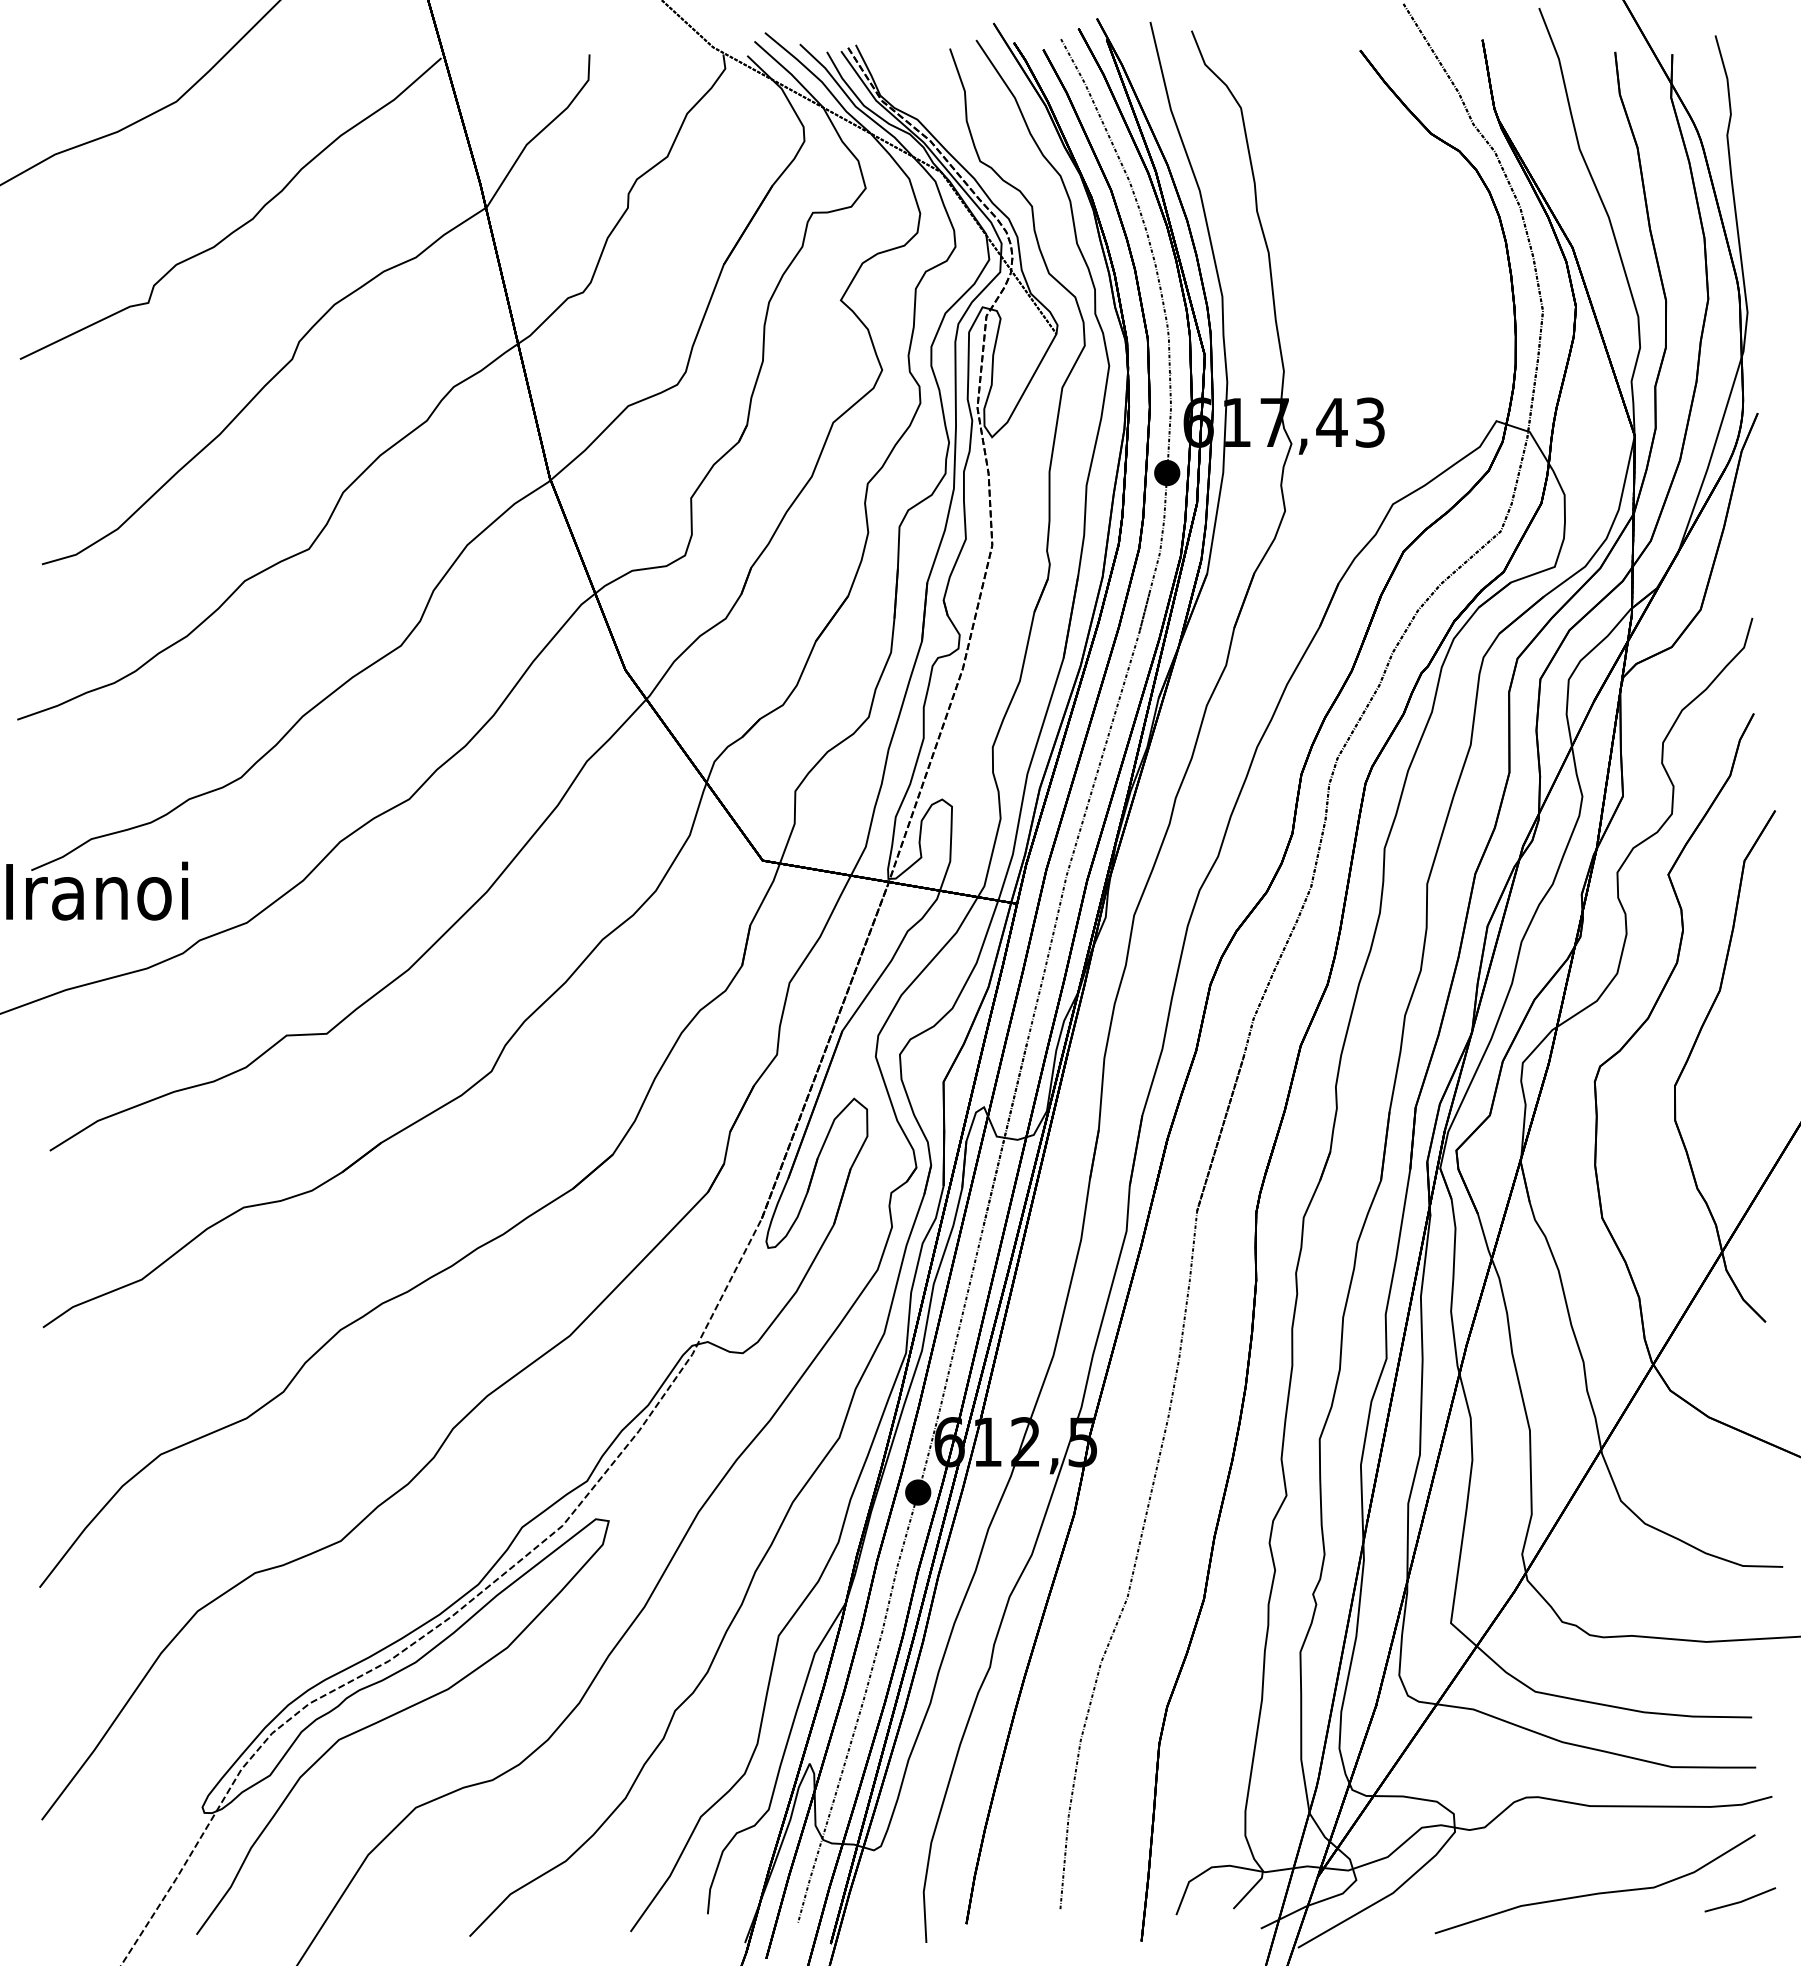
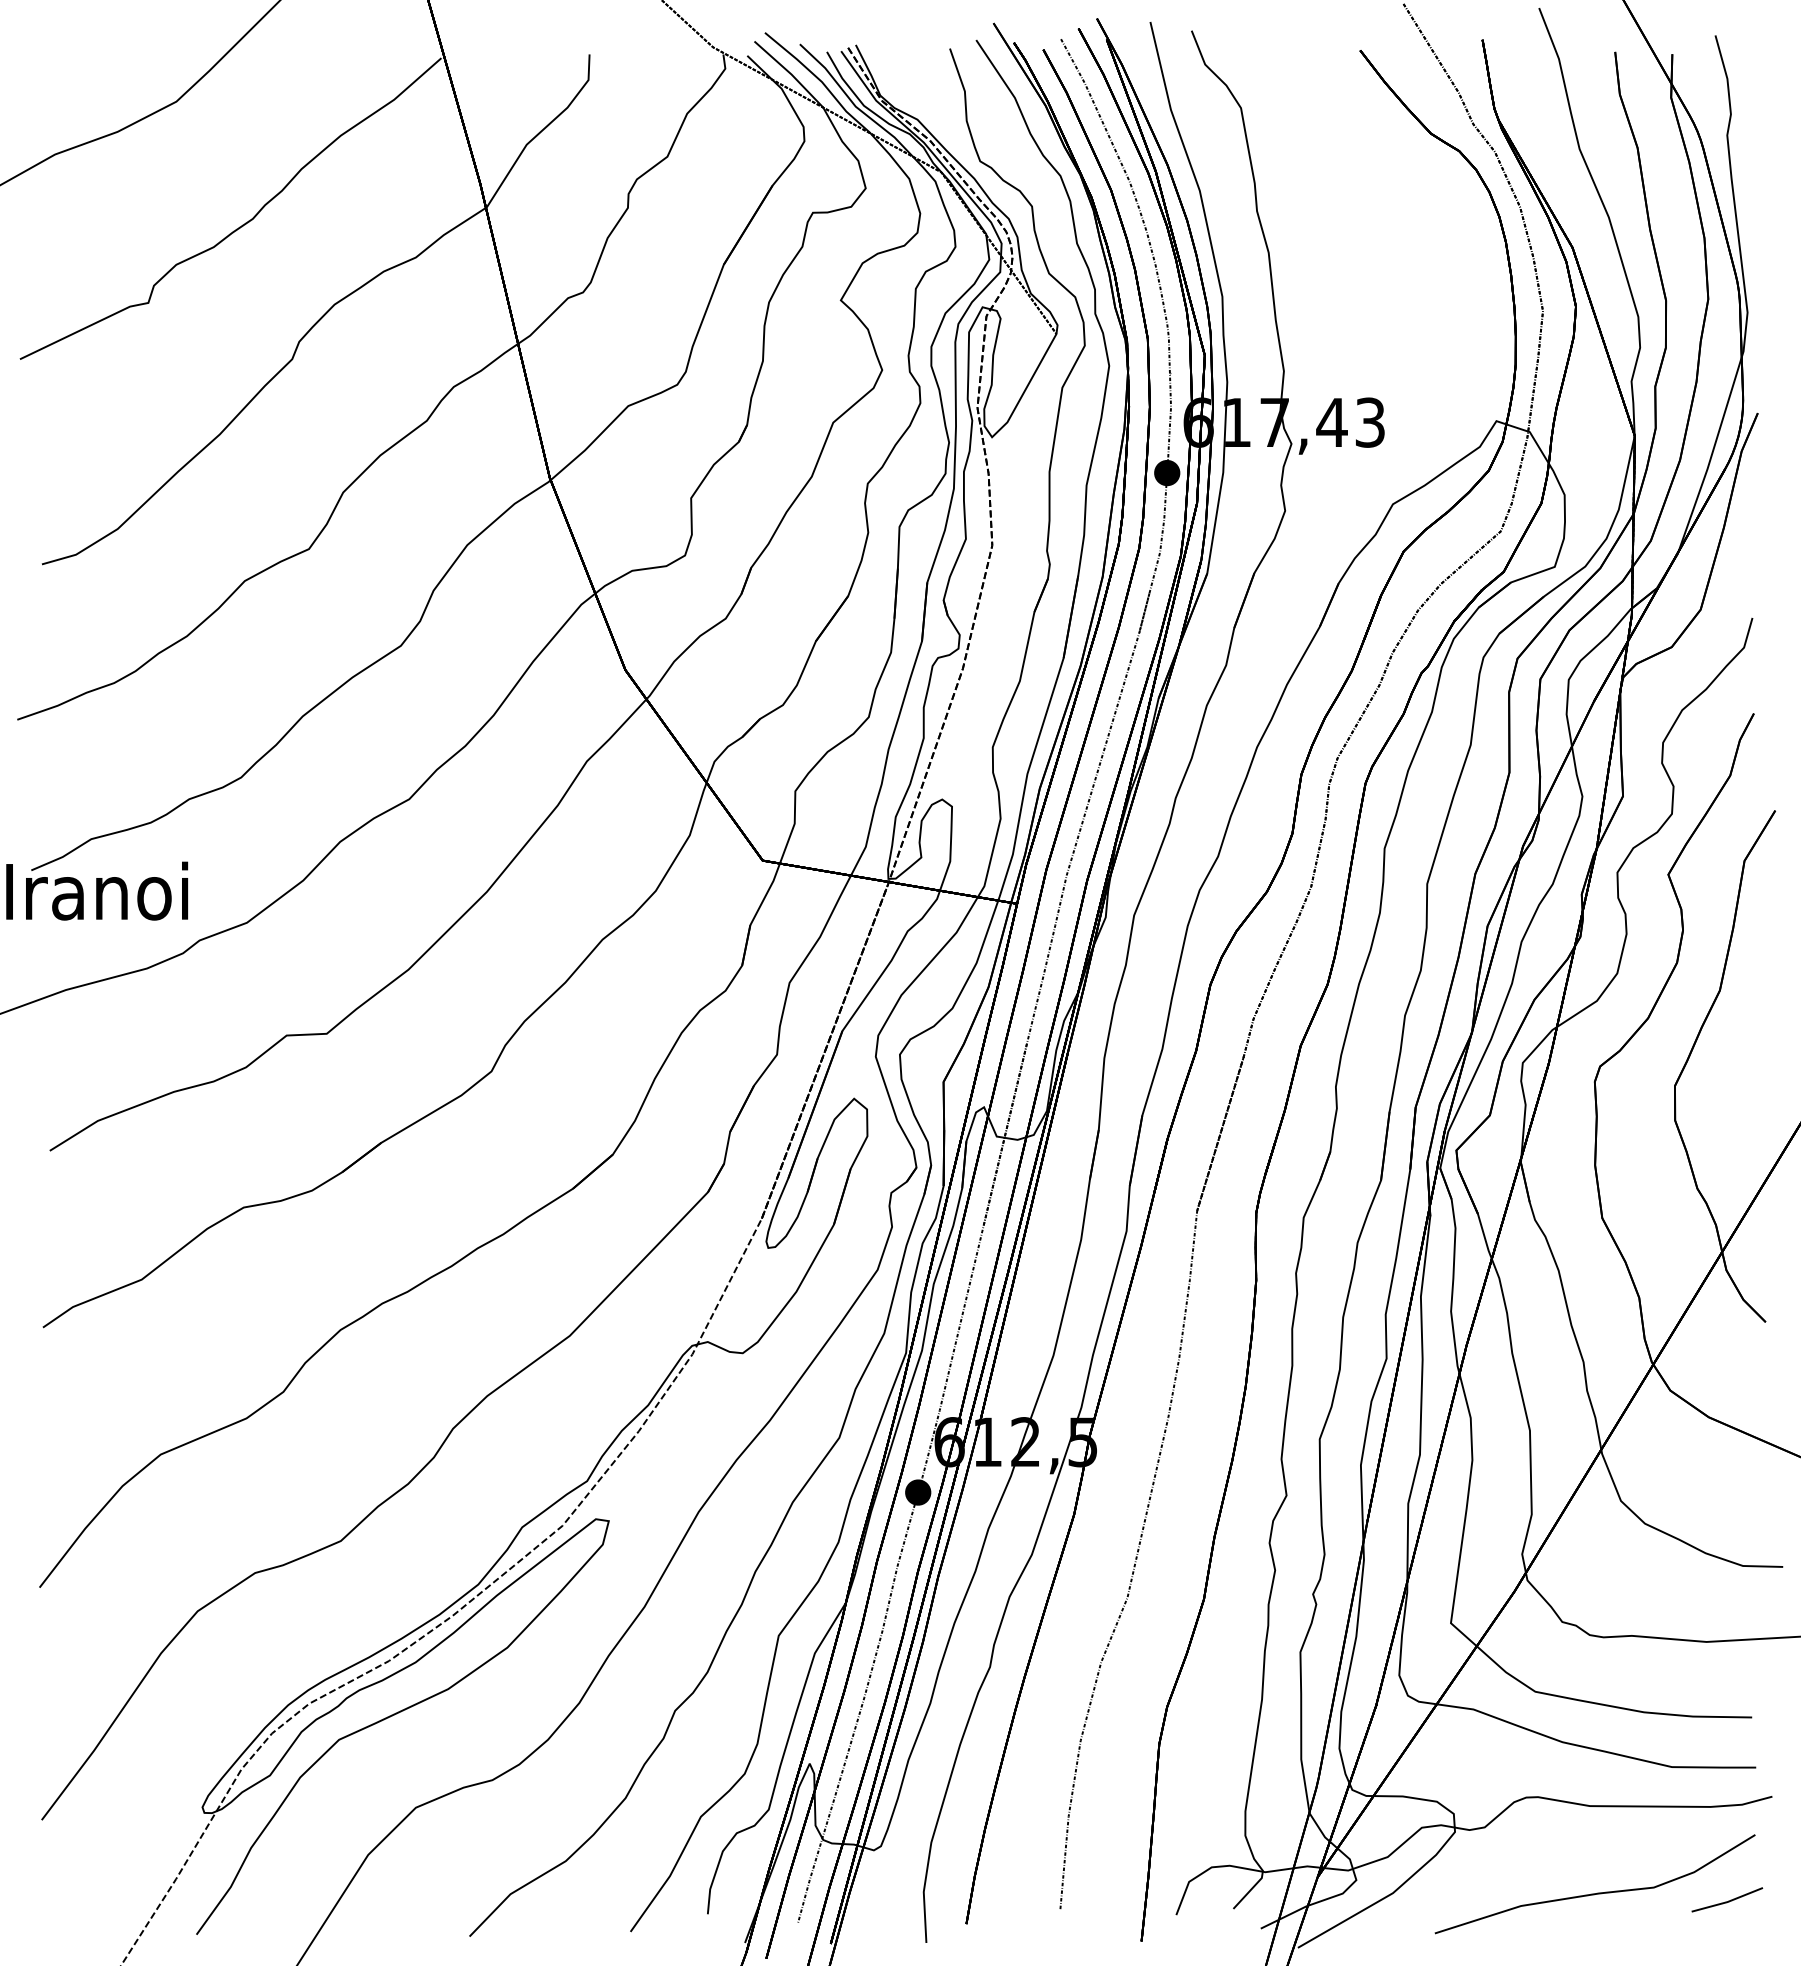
line at (1741, 1900) position: (1741, 1900) -> (1728, 1900)
